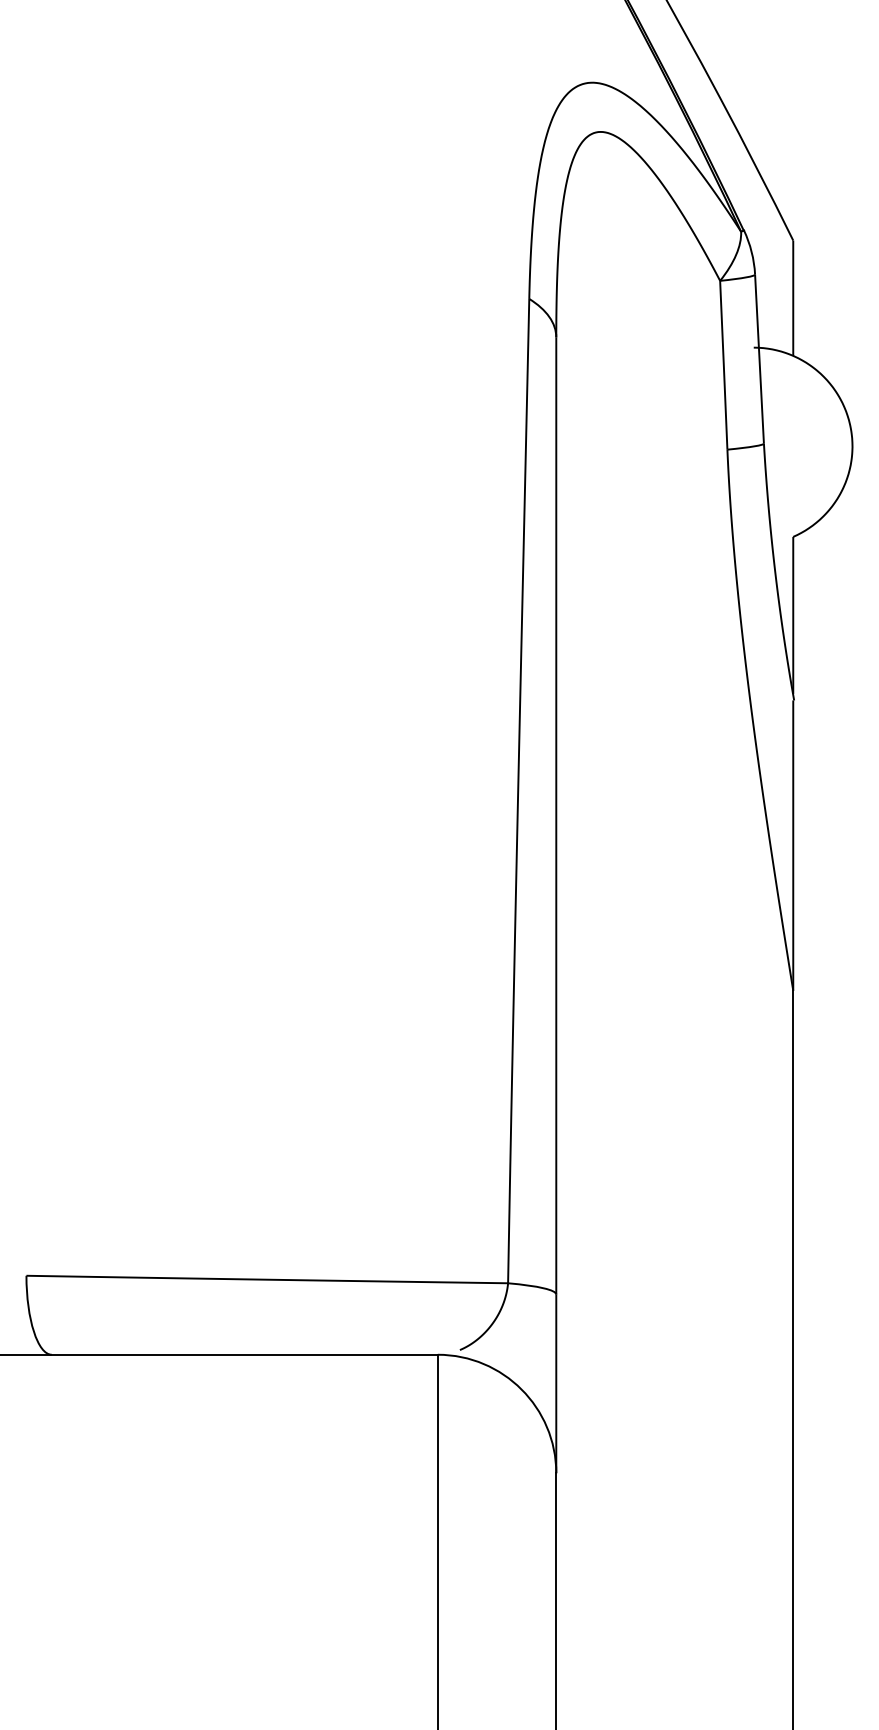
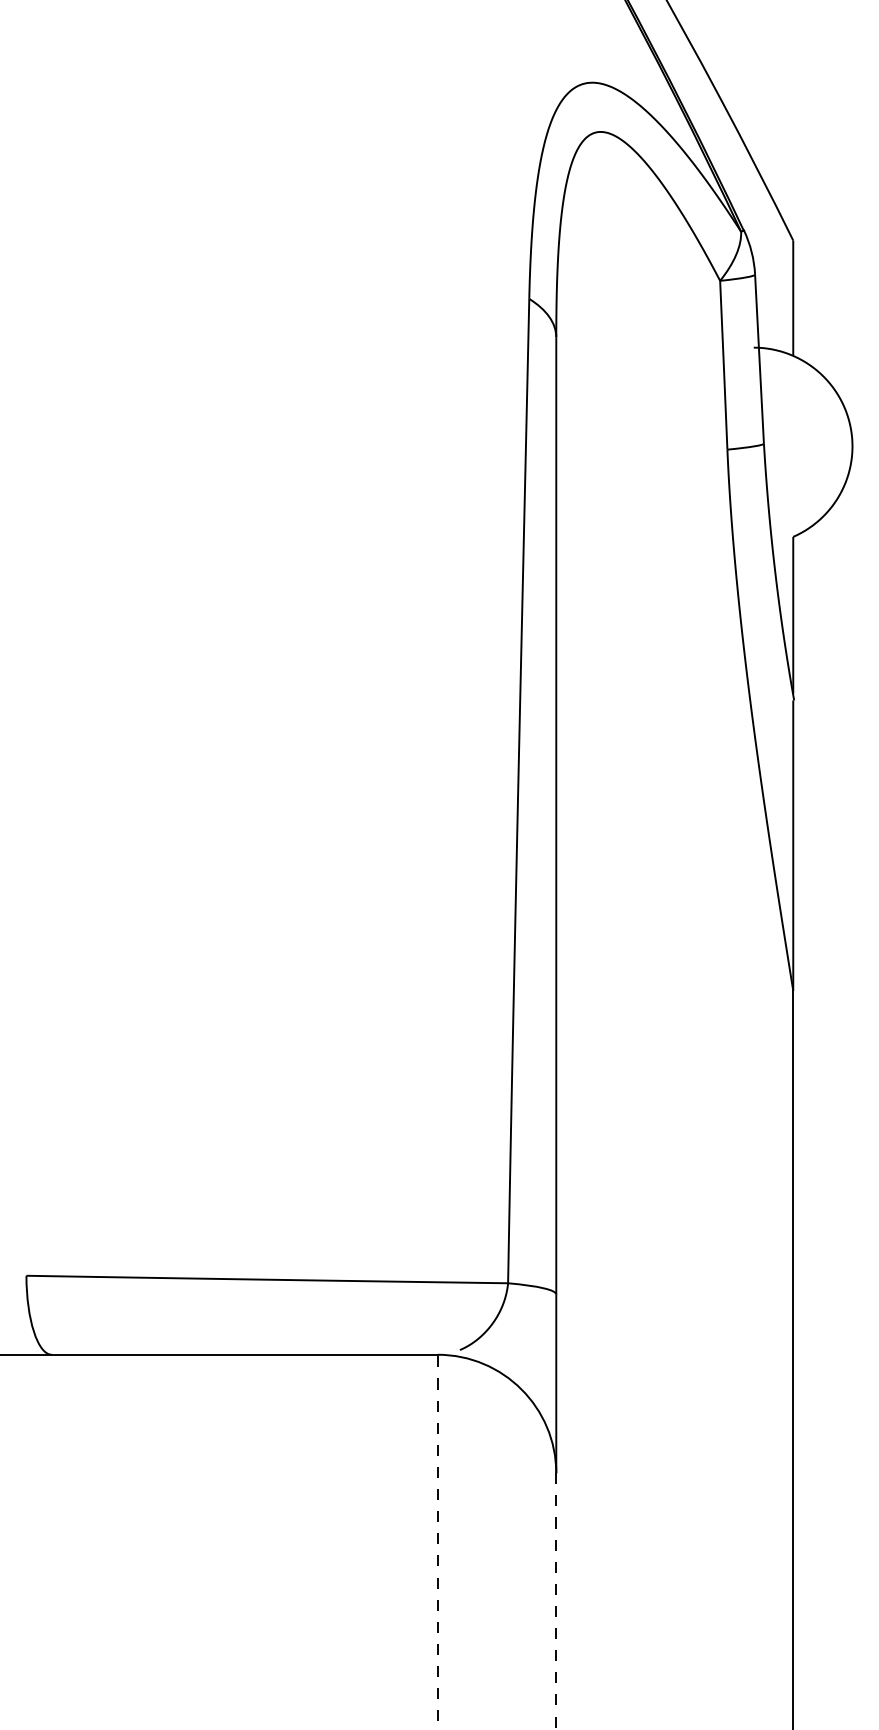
line at (437, 1541): solid -> dashed
line at (556, 1601): solid -> dashed
